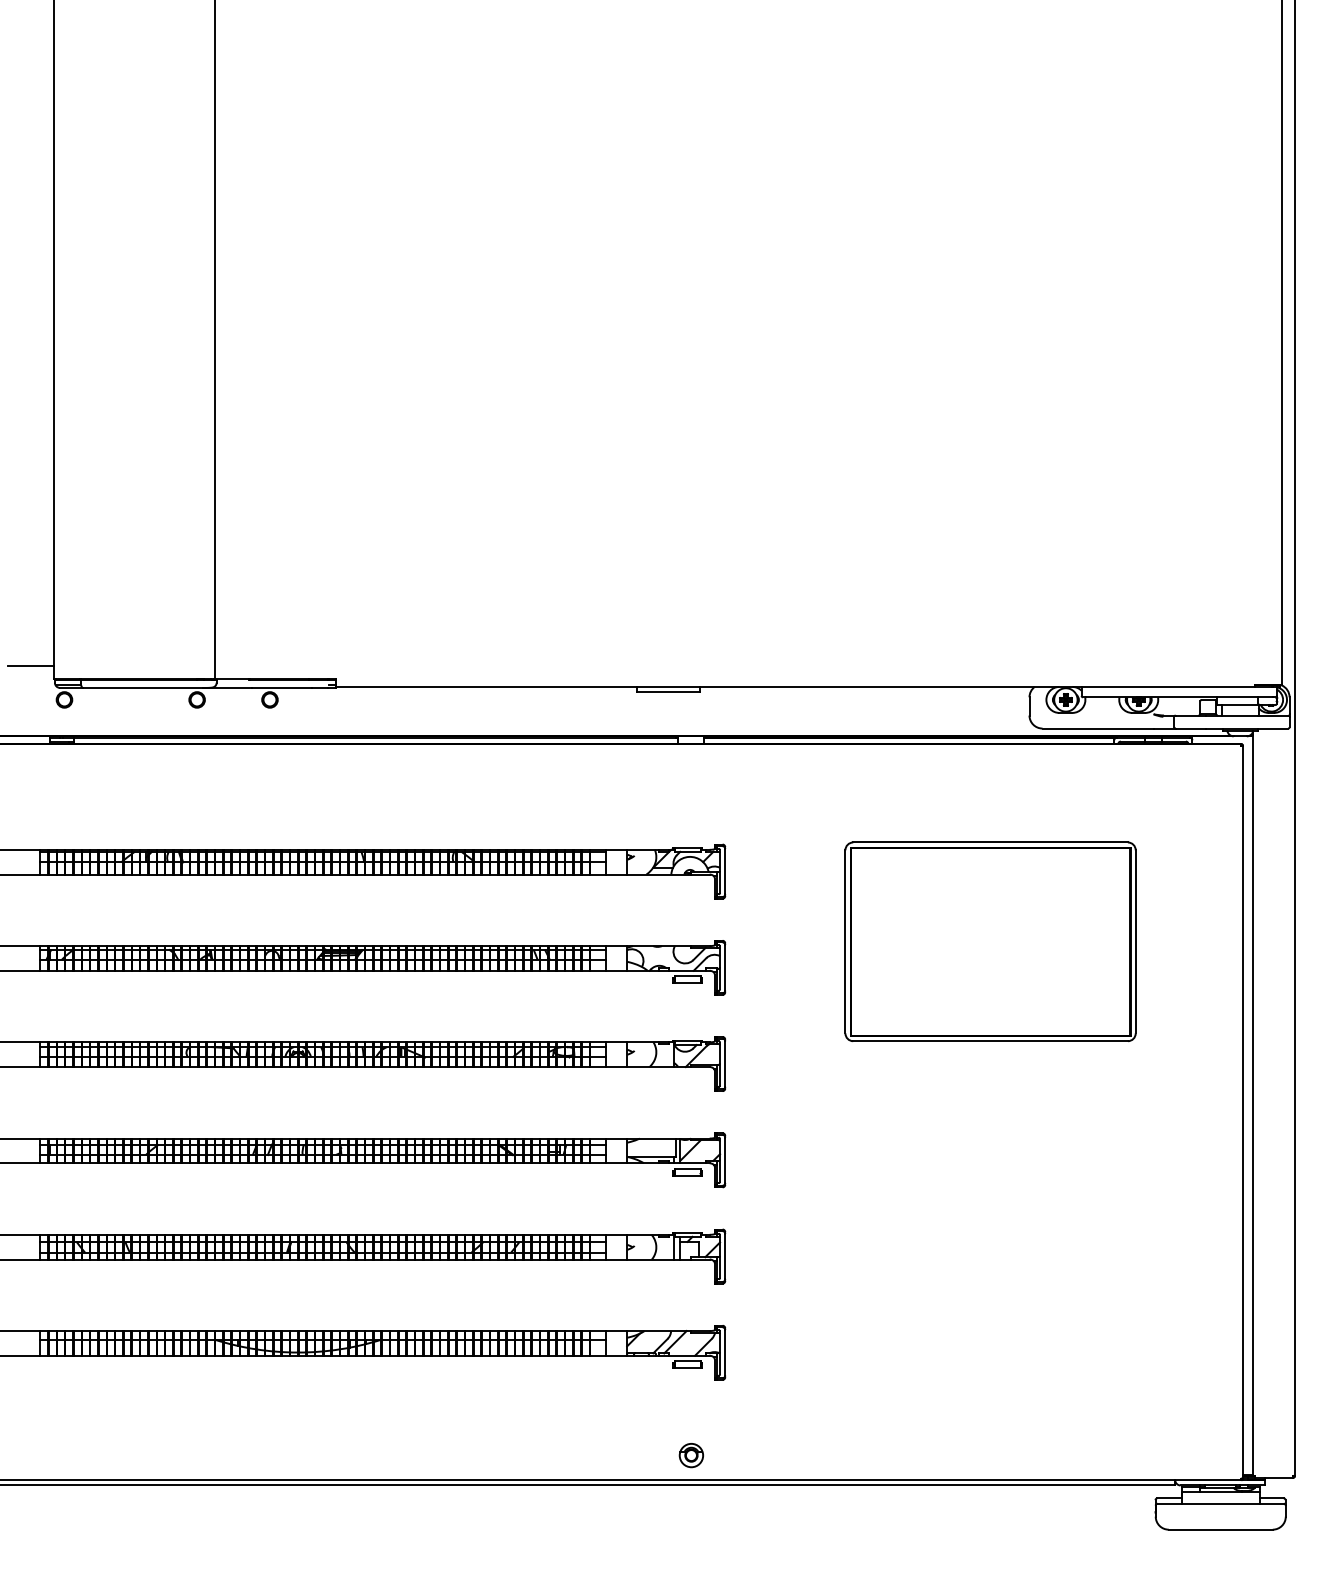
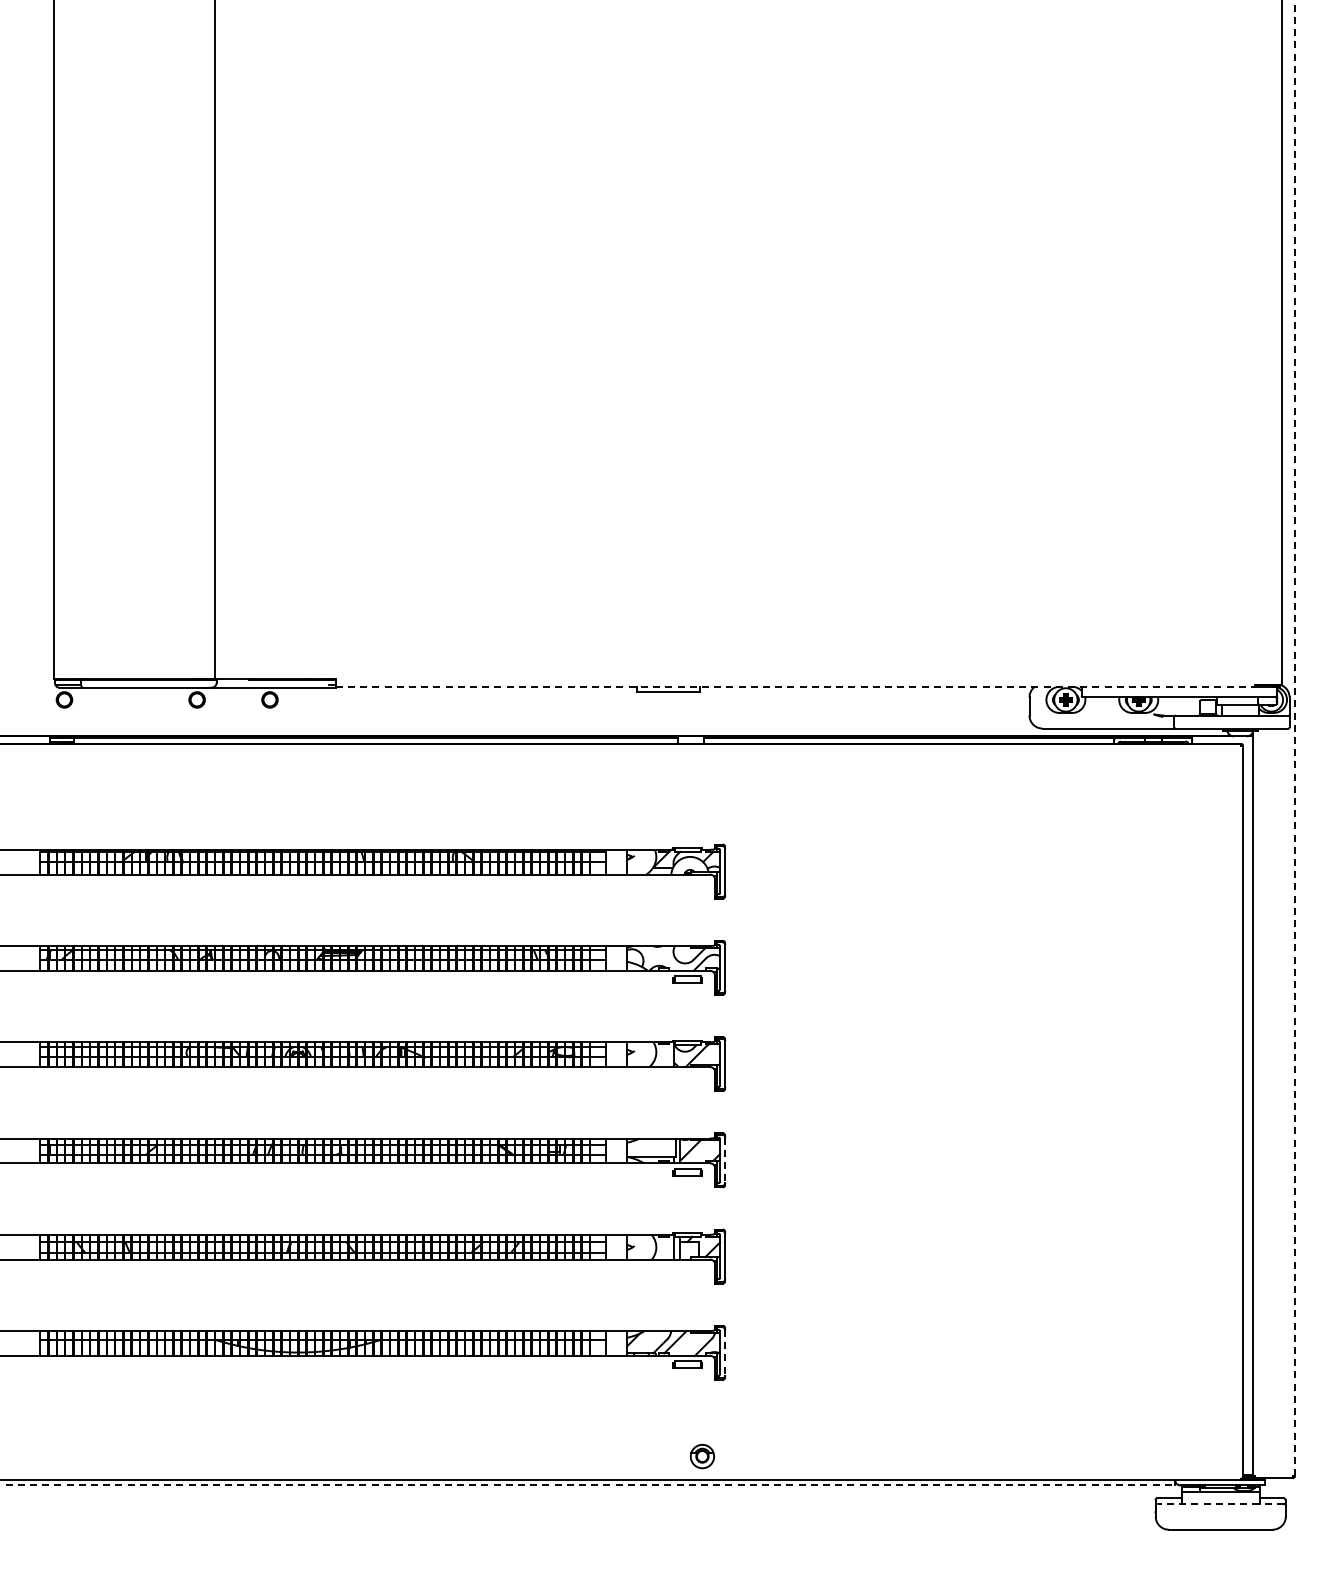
line at (31, 666): present -> none
line at (795, 686): solid -> dashed
line at (1294, 738): solid -> dashed
part at (990, 941): present -> none
line at (725, 1160): solid -> dashed
line at (725, 1352): solid -> dashed
part at (690, 1455) position: (690, 1455) -> (701, 1456)
line at (588, 1485): solid -> dashed
line at (1220, 1503): solid -> dashed
